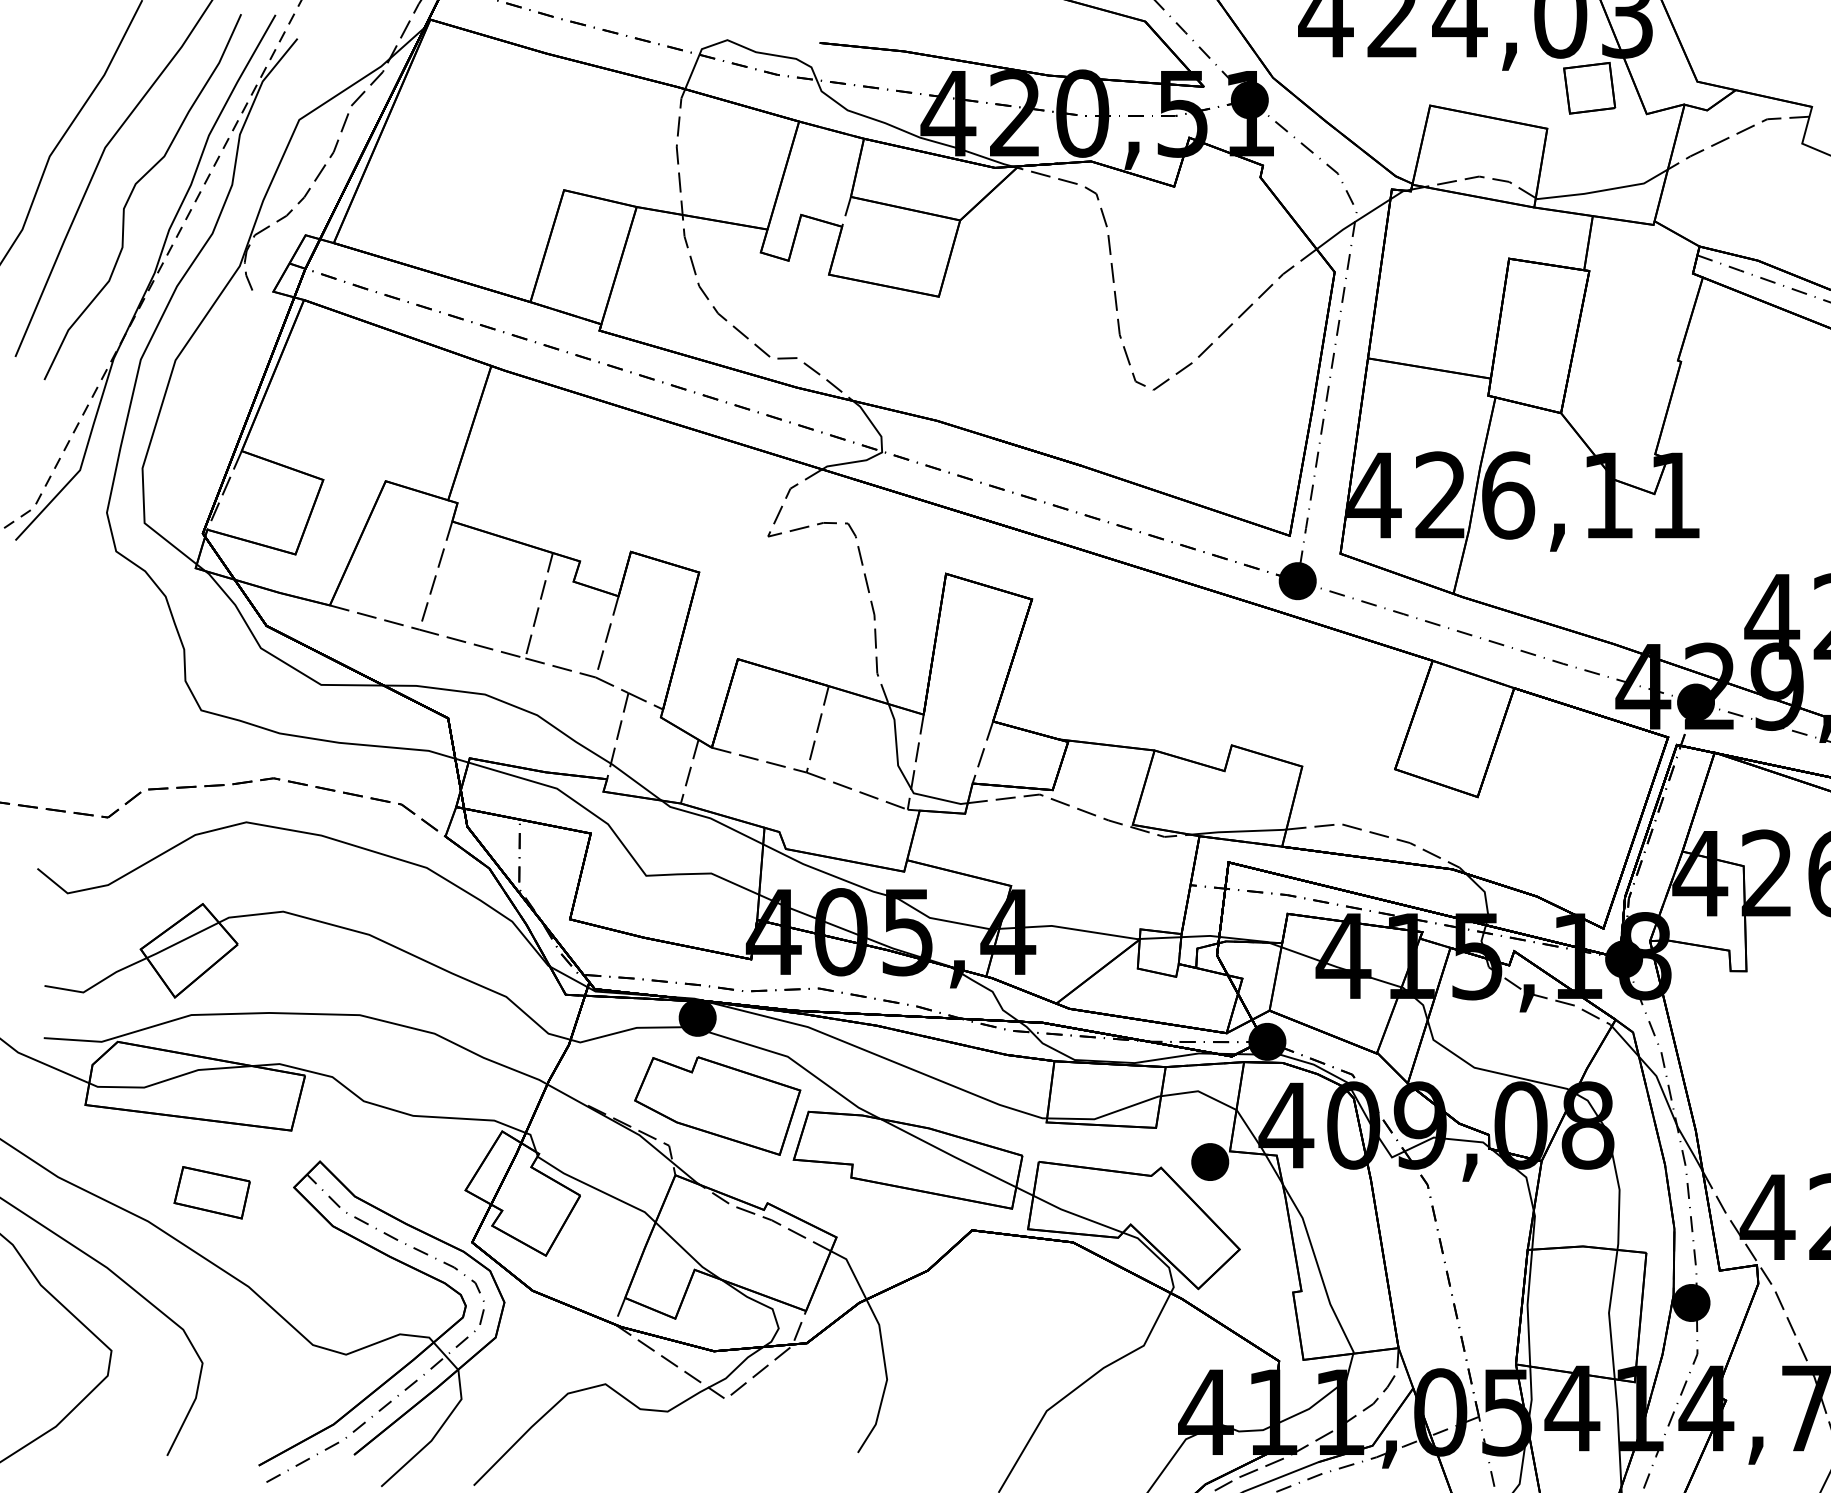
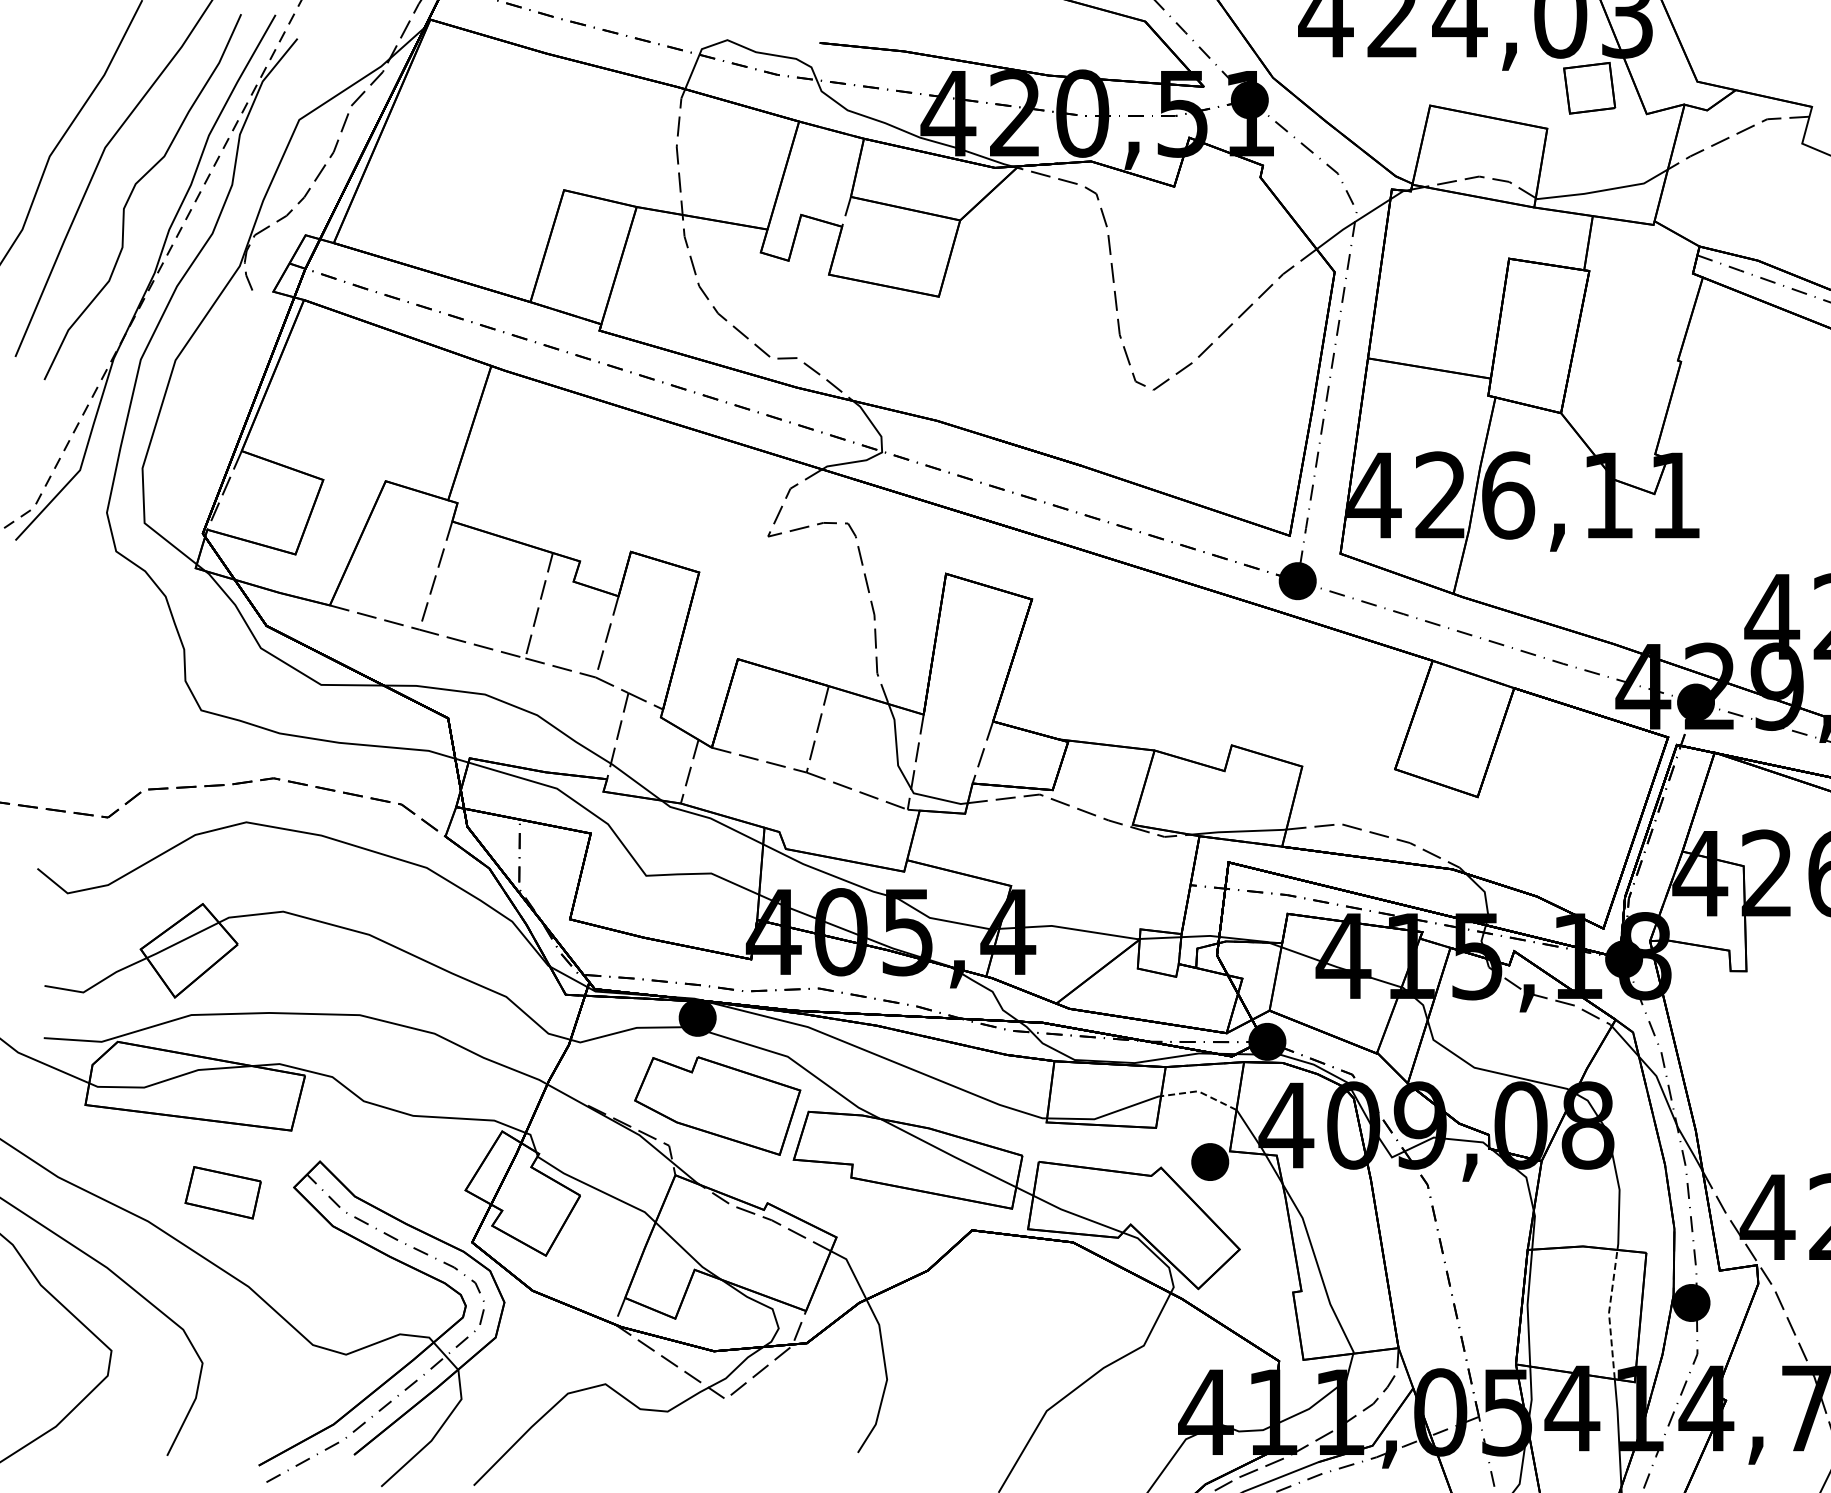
line at (1199, 1092): solid -> dashed
part at (211, 1192) position: (211, 1192) -> (222, 1192)
line at (1609, 1313): solid -> dashed
